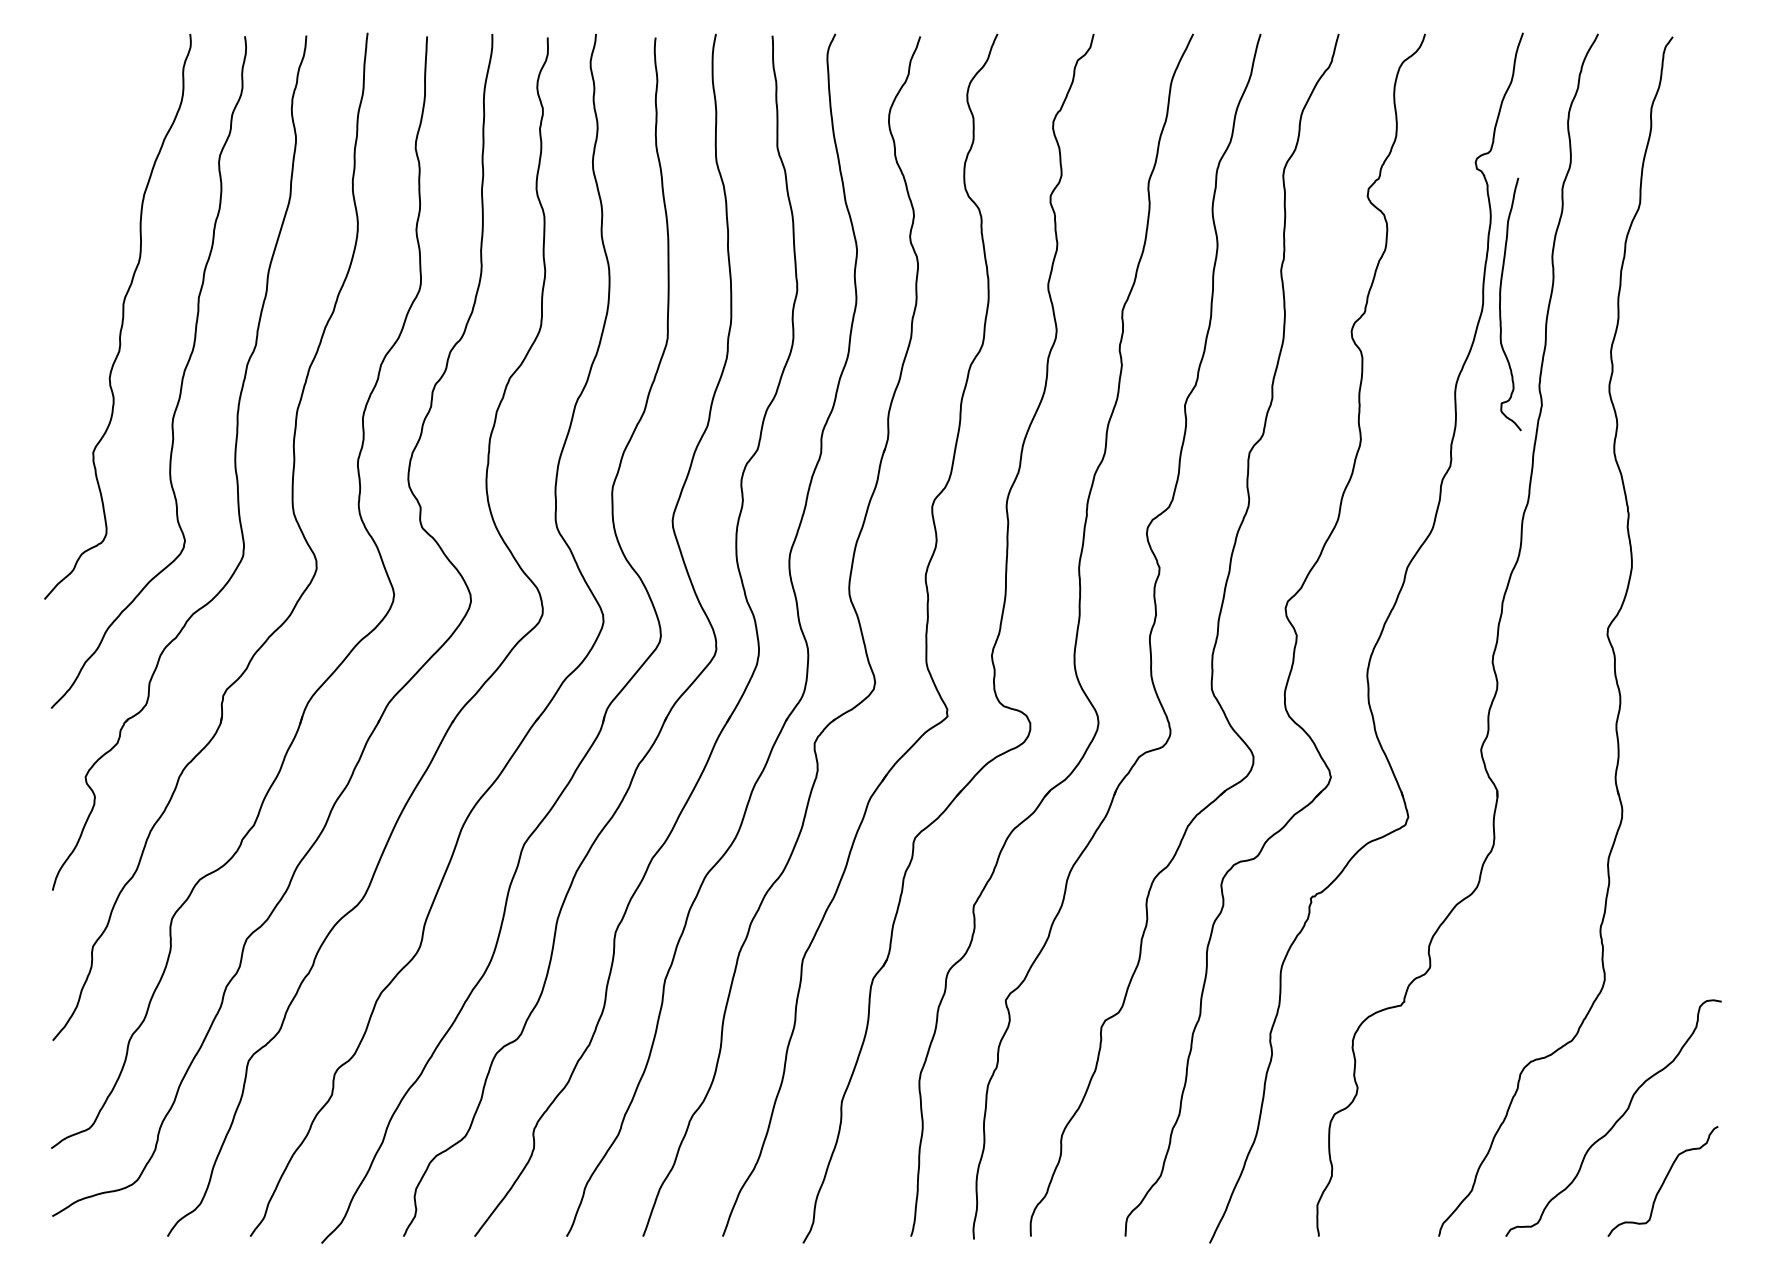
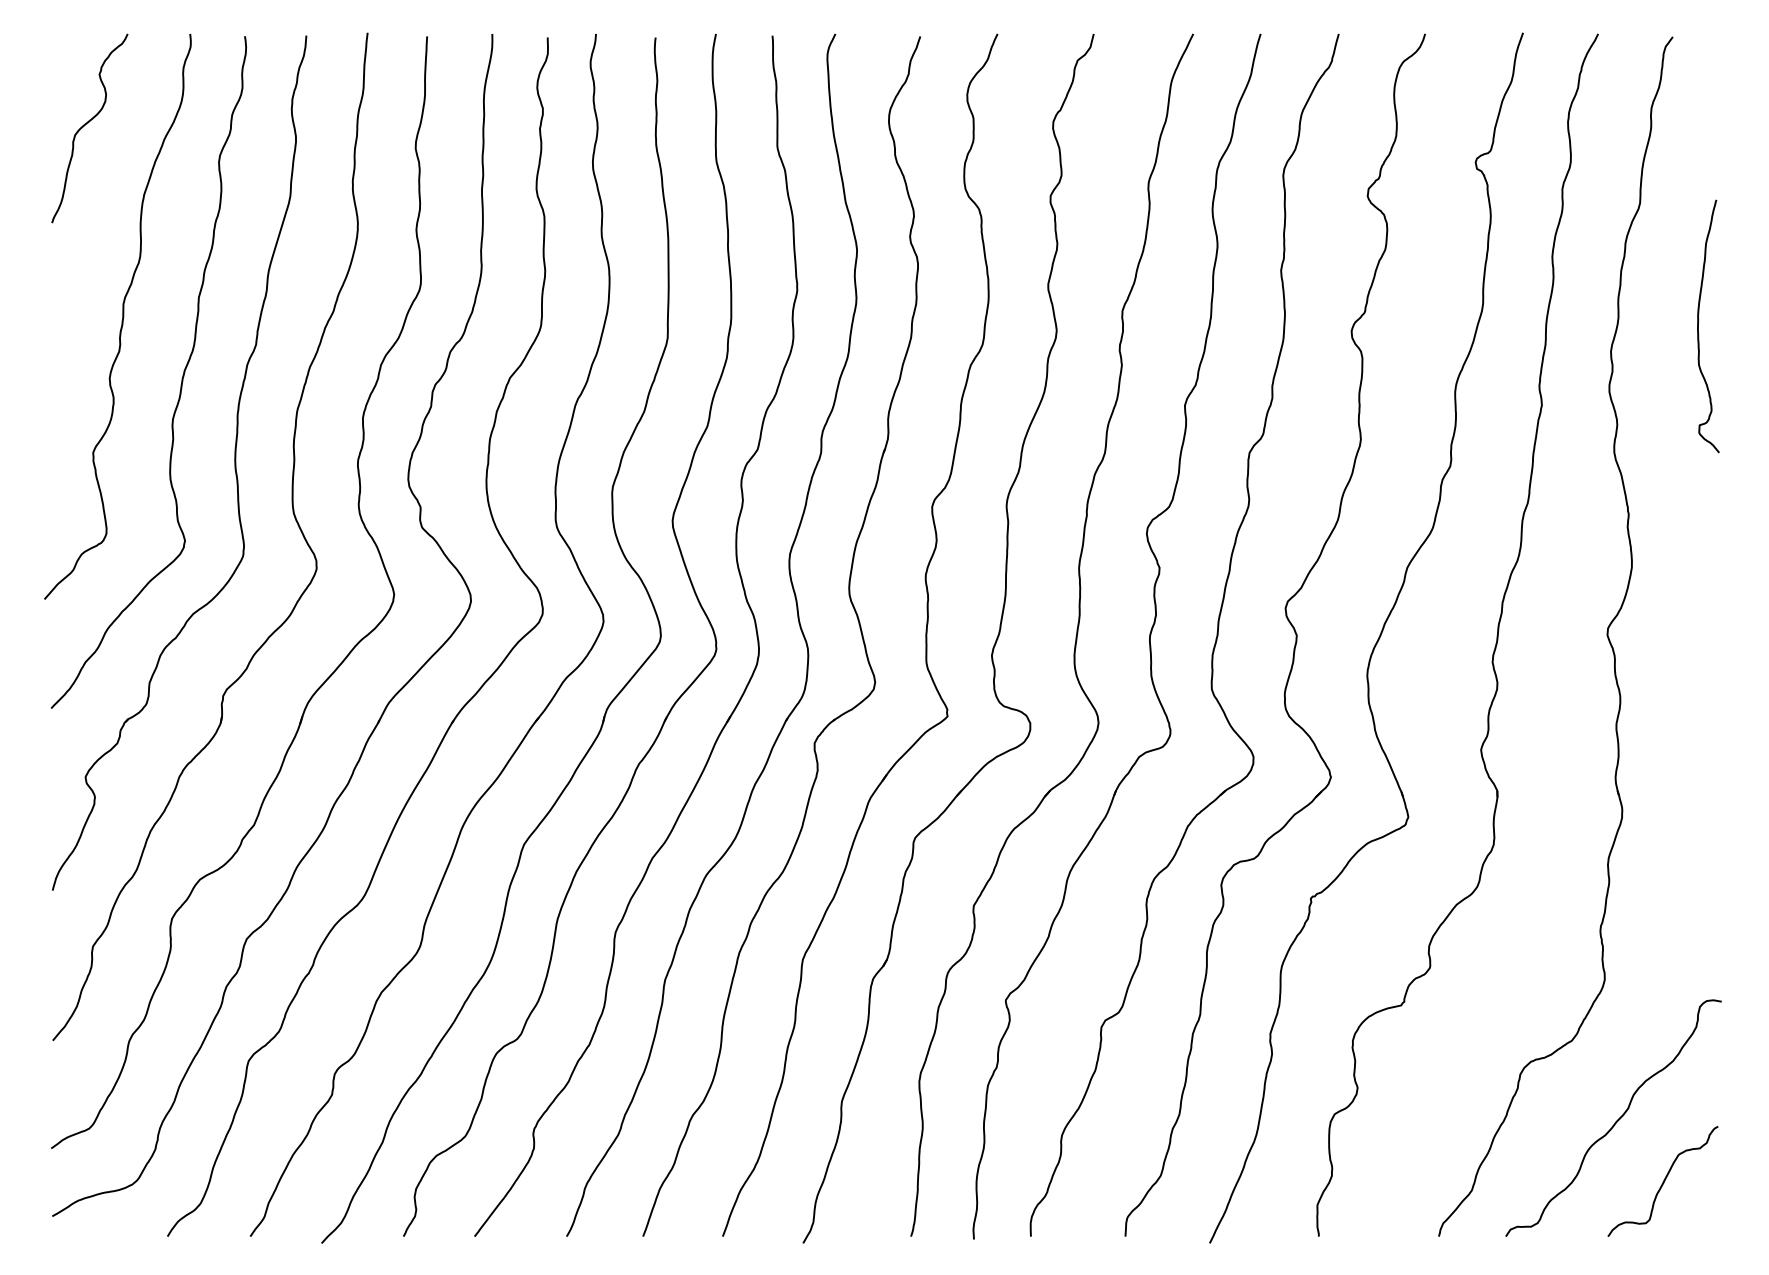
curve at (86, 124): none -> present
curve at (1500, 304) position: (1500, 304) -> (1698, 326)
